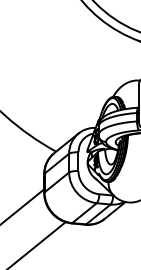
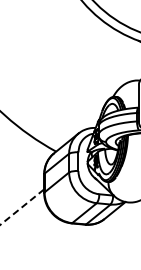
line at (22, 206): solid -> dashed
line at (37, 244): present -> none
